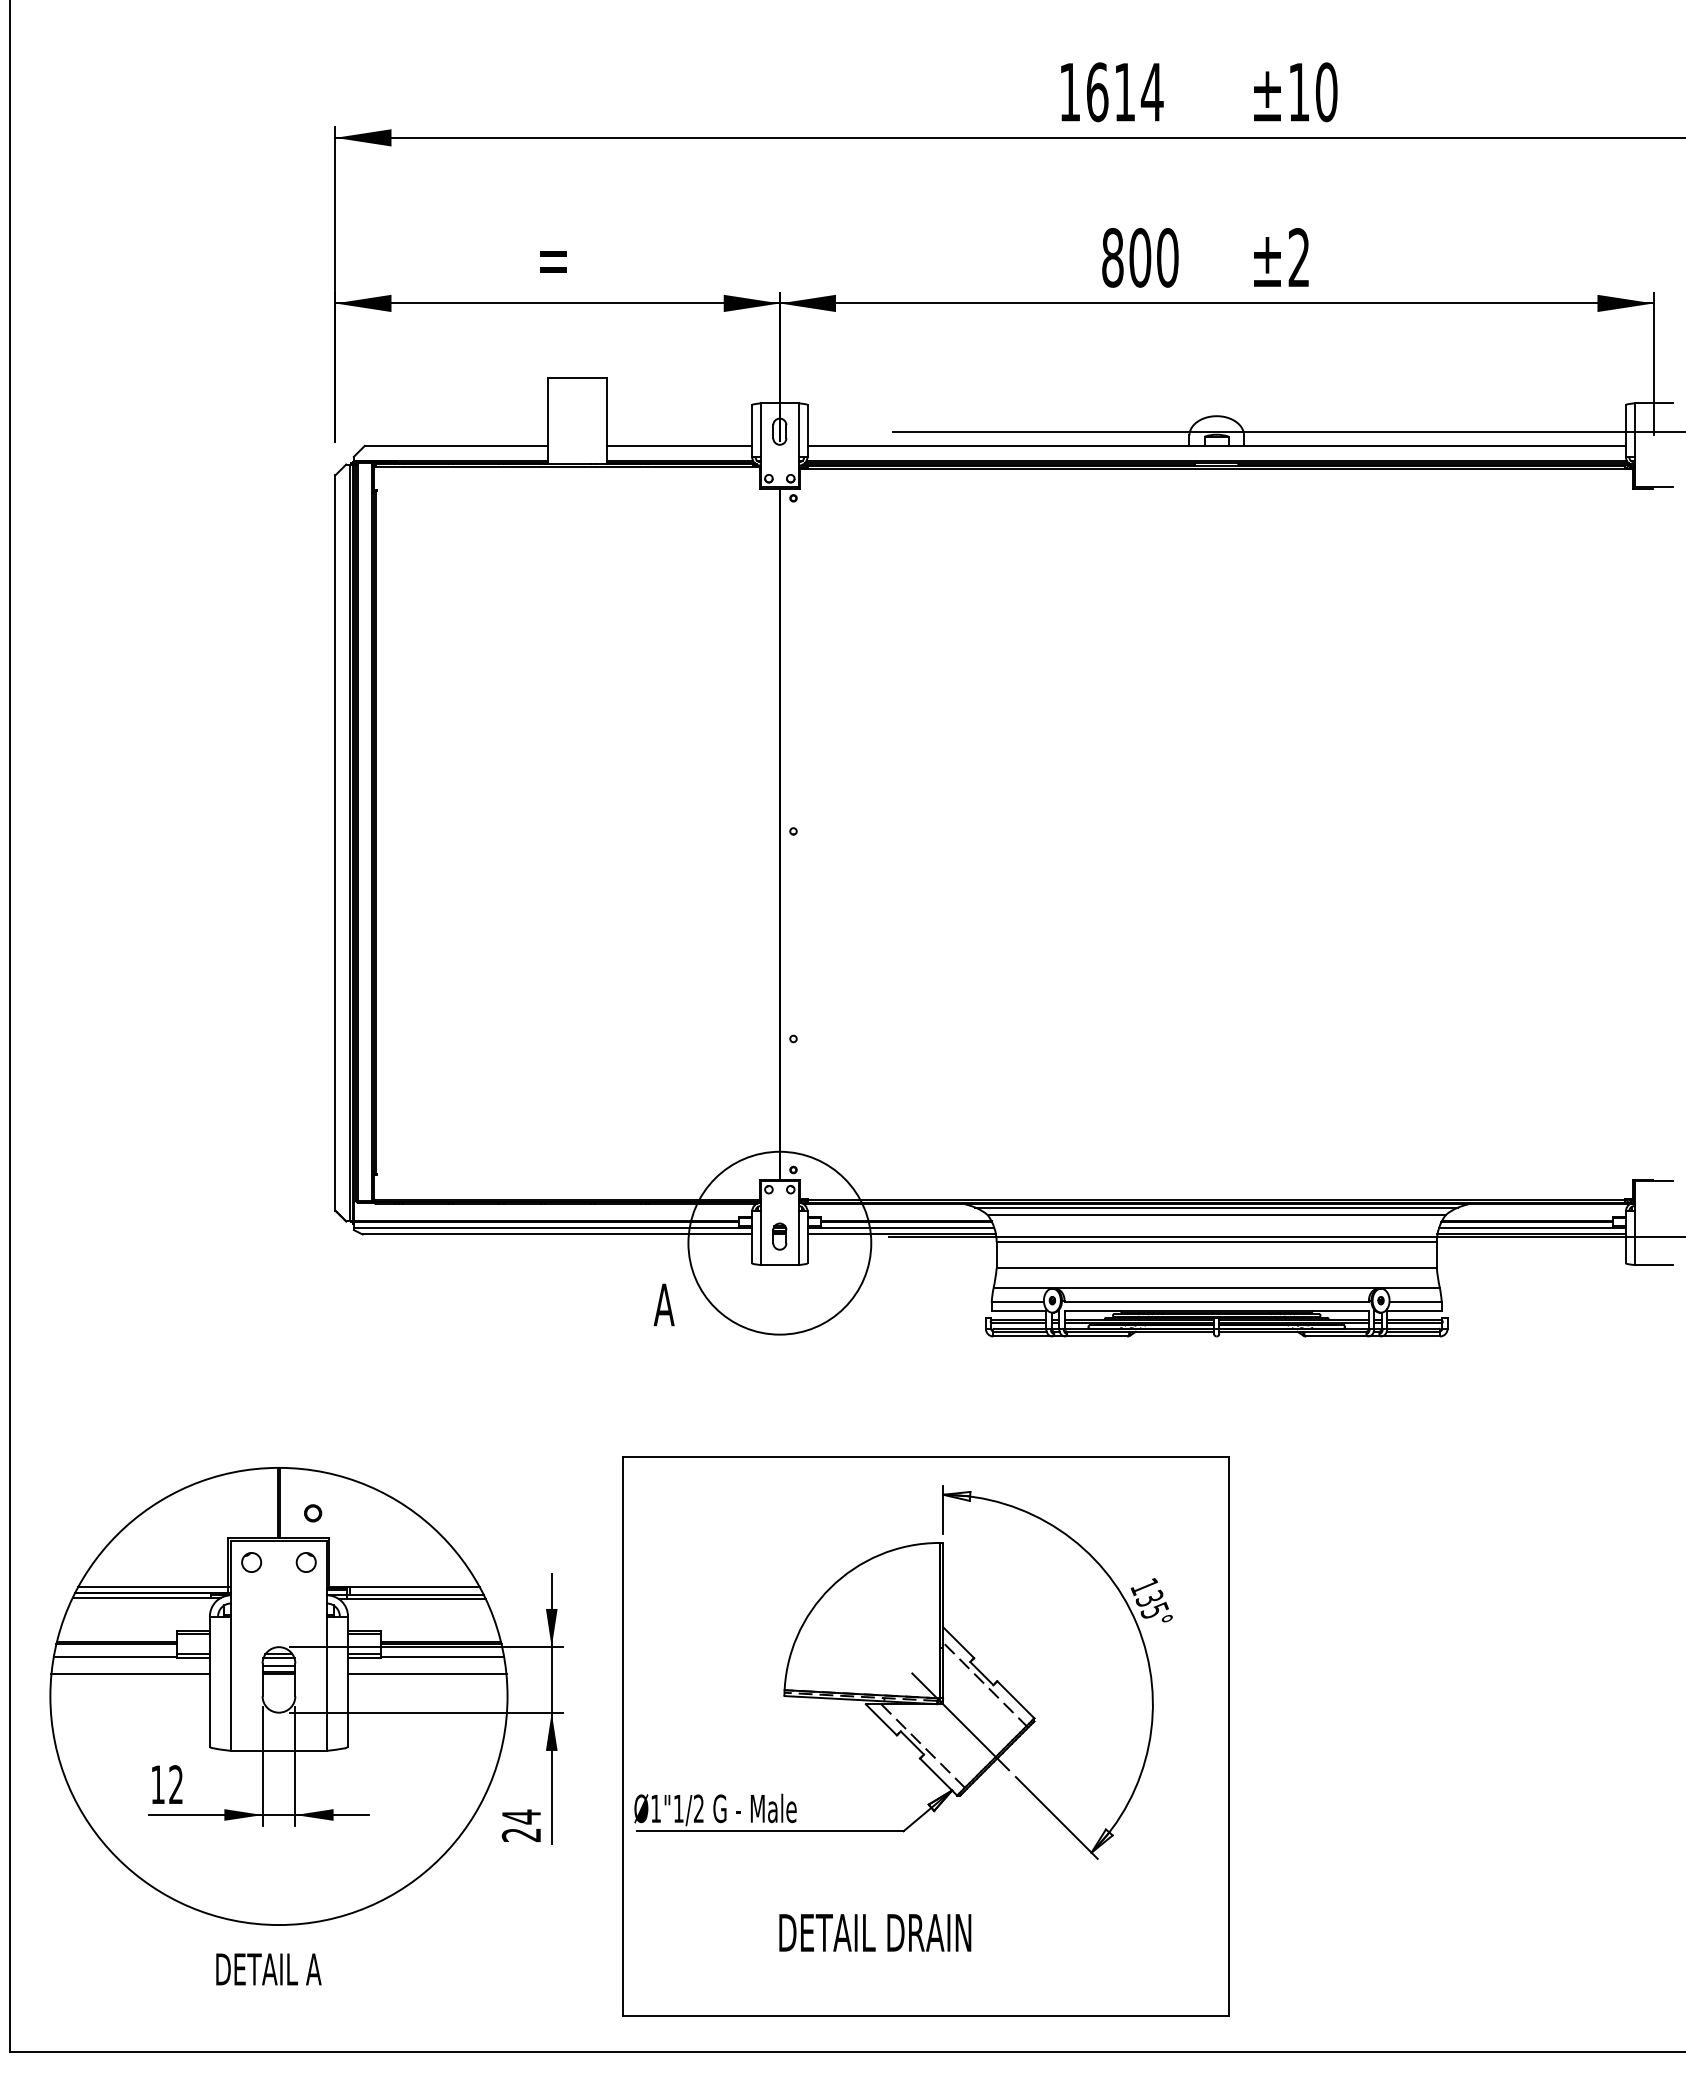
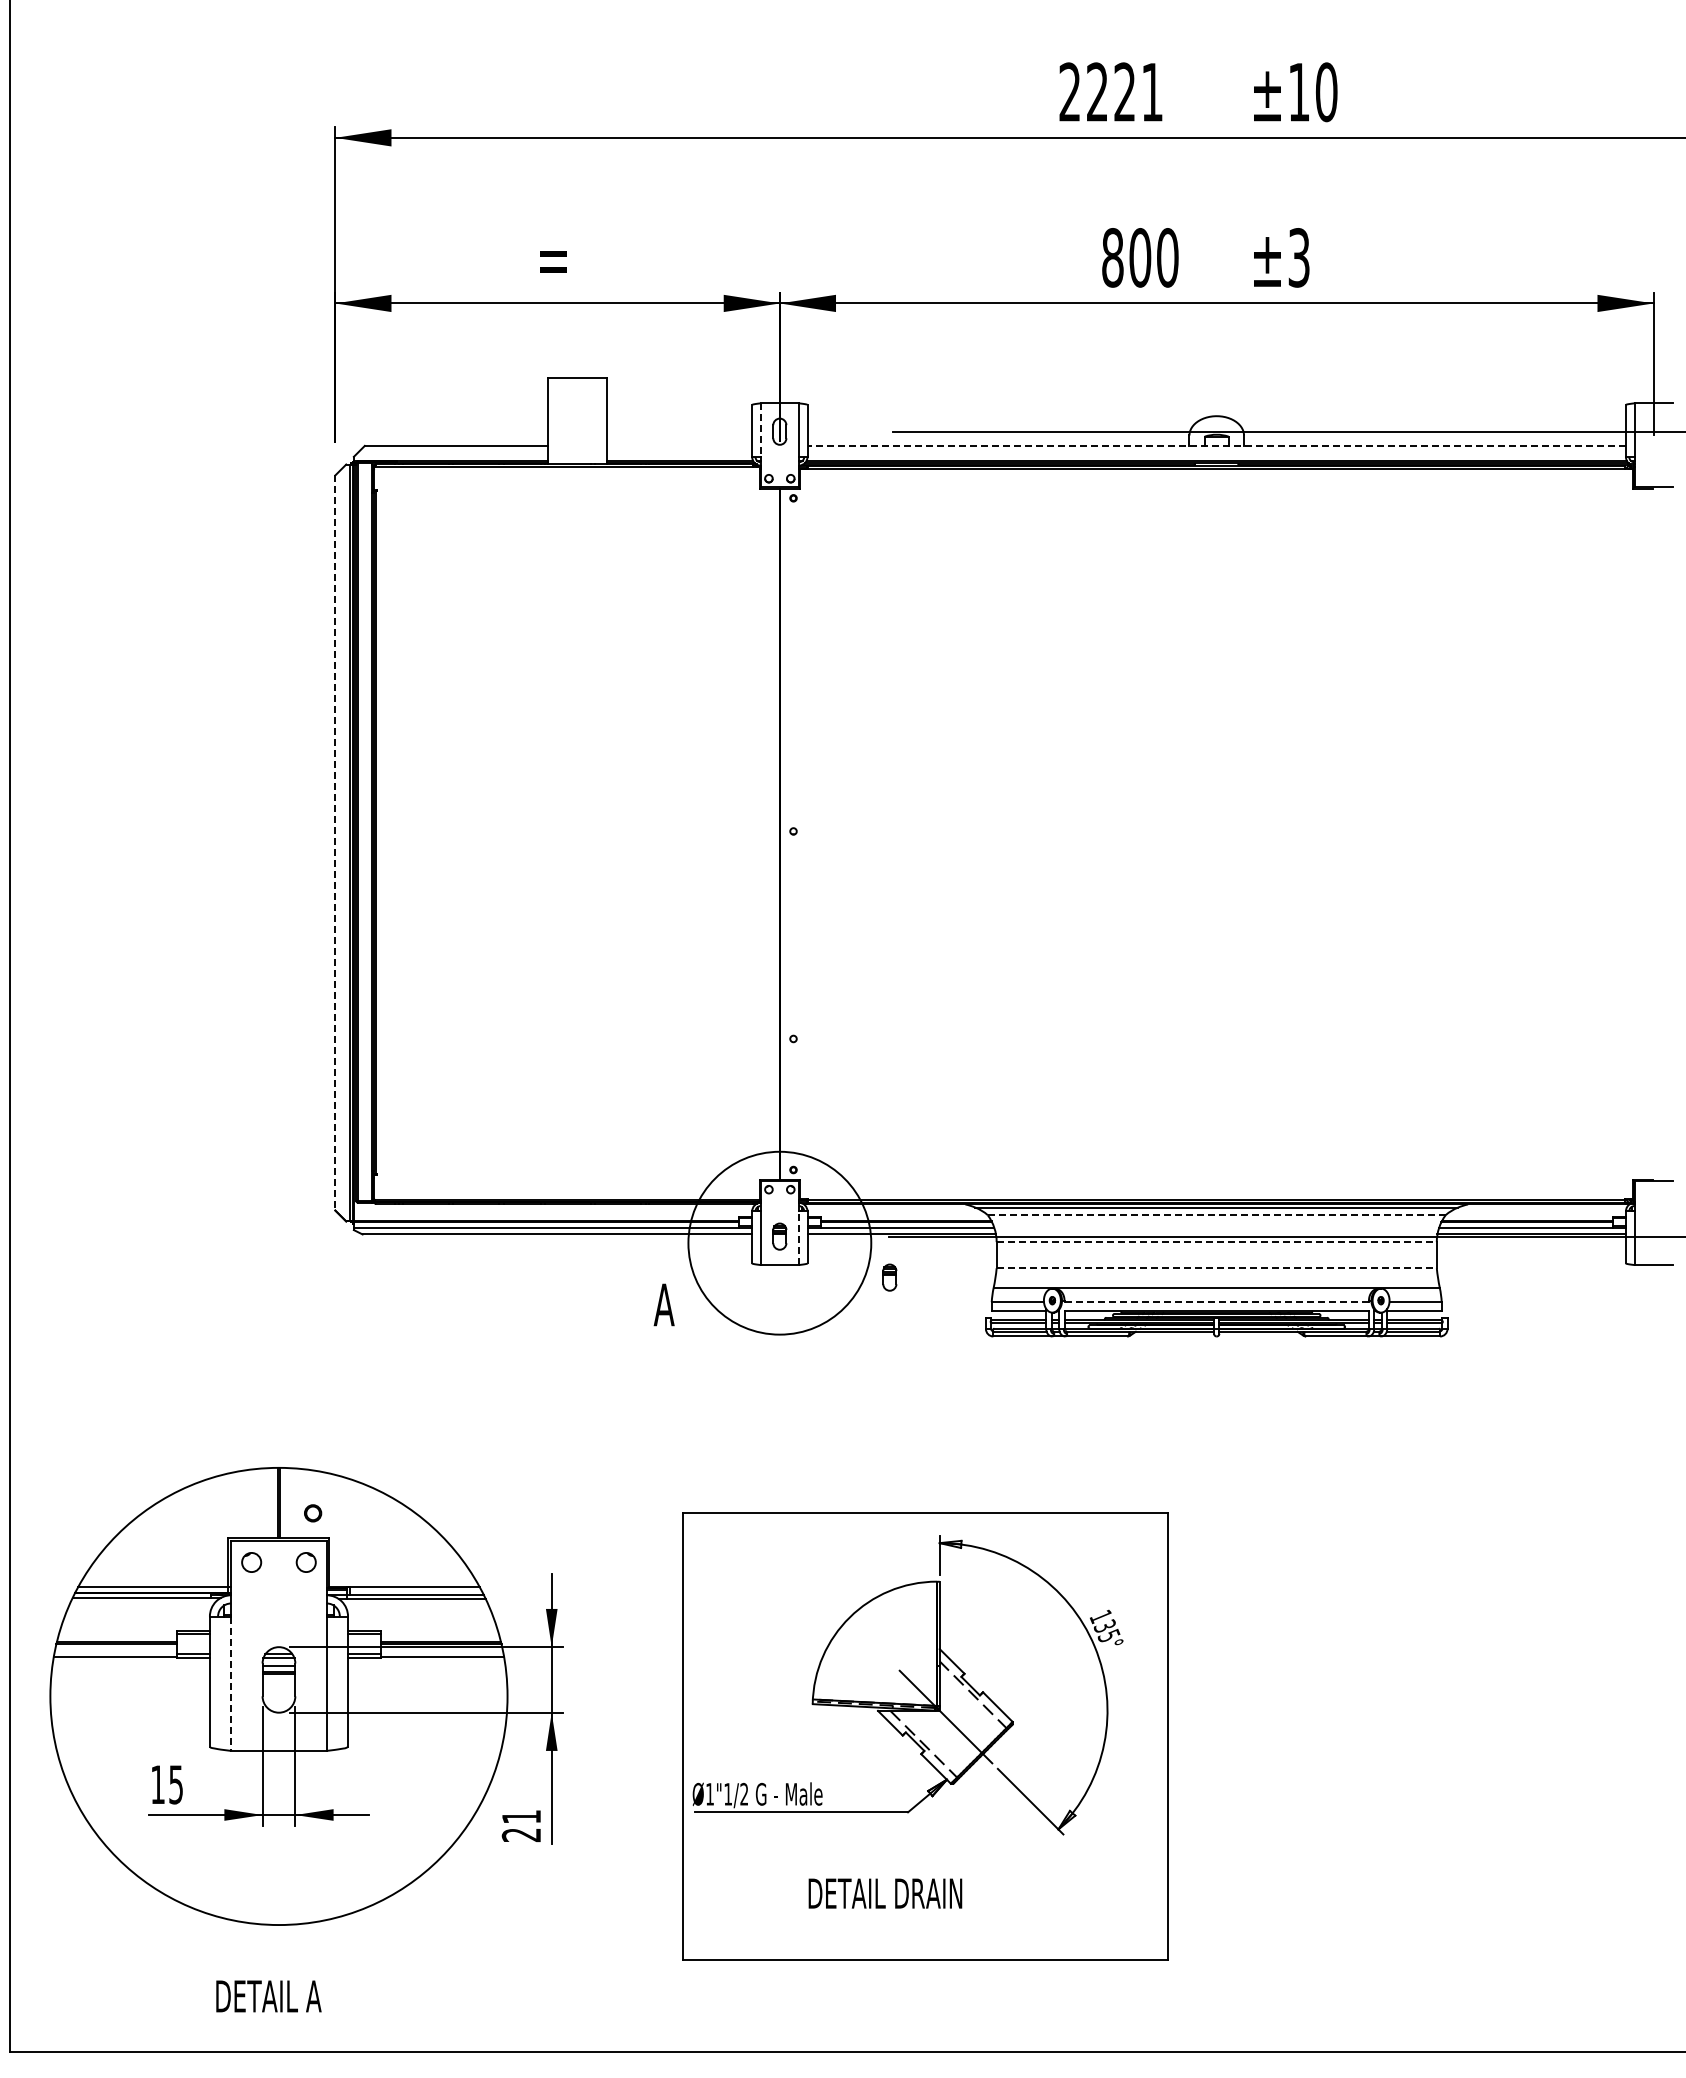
text at (1111, 92): 1614 -> 2221
text at (1298, 257): ±2 -> ±3
line at (760, 430): solid -> dashed
line at (679, 445): present -> none
line at (1216, 445): solid -> dashed
line at (335, 842): solid -> dashed
line at (1216, 1215): solid -> dashed
line at (798, 1238): solid -> dashed
line at (1217, 1242): solid -> dashed
line at (1217, 1268): solid -> dashed
part at (889, 1277): none -> present
line at (1217, 1302): solid -> dashed
line at (130, 1674): present -> none
line at (427, 1674): present -> none
line at (231, 1684): solid -> dashed
part at (925, 1736) size: 608x561 px -> 487x449 px
text at (175, 1784): 12 -> 15
text at (521, 1816): 24 -> 21
text at (268, 1969) position: (268, 1969) -> (268, 1996)
